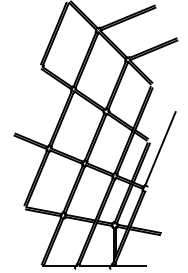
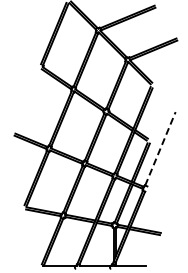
line at (160, 148): solid -> dashed
